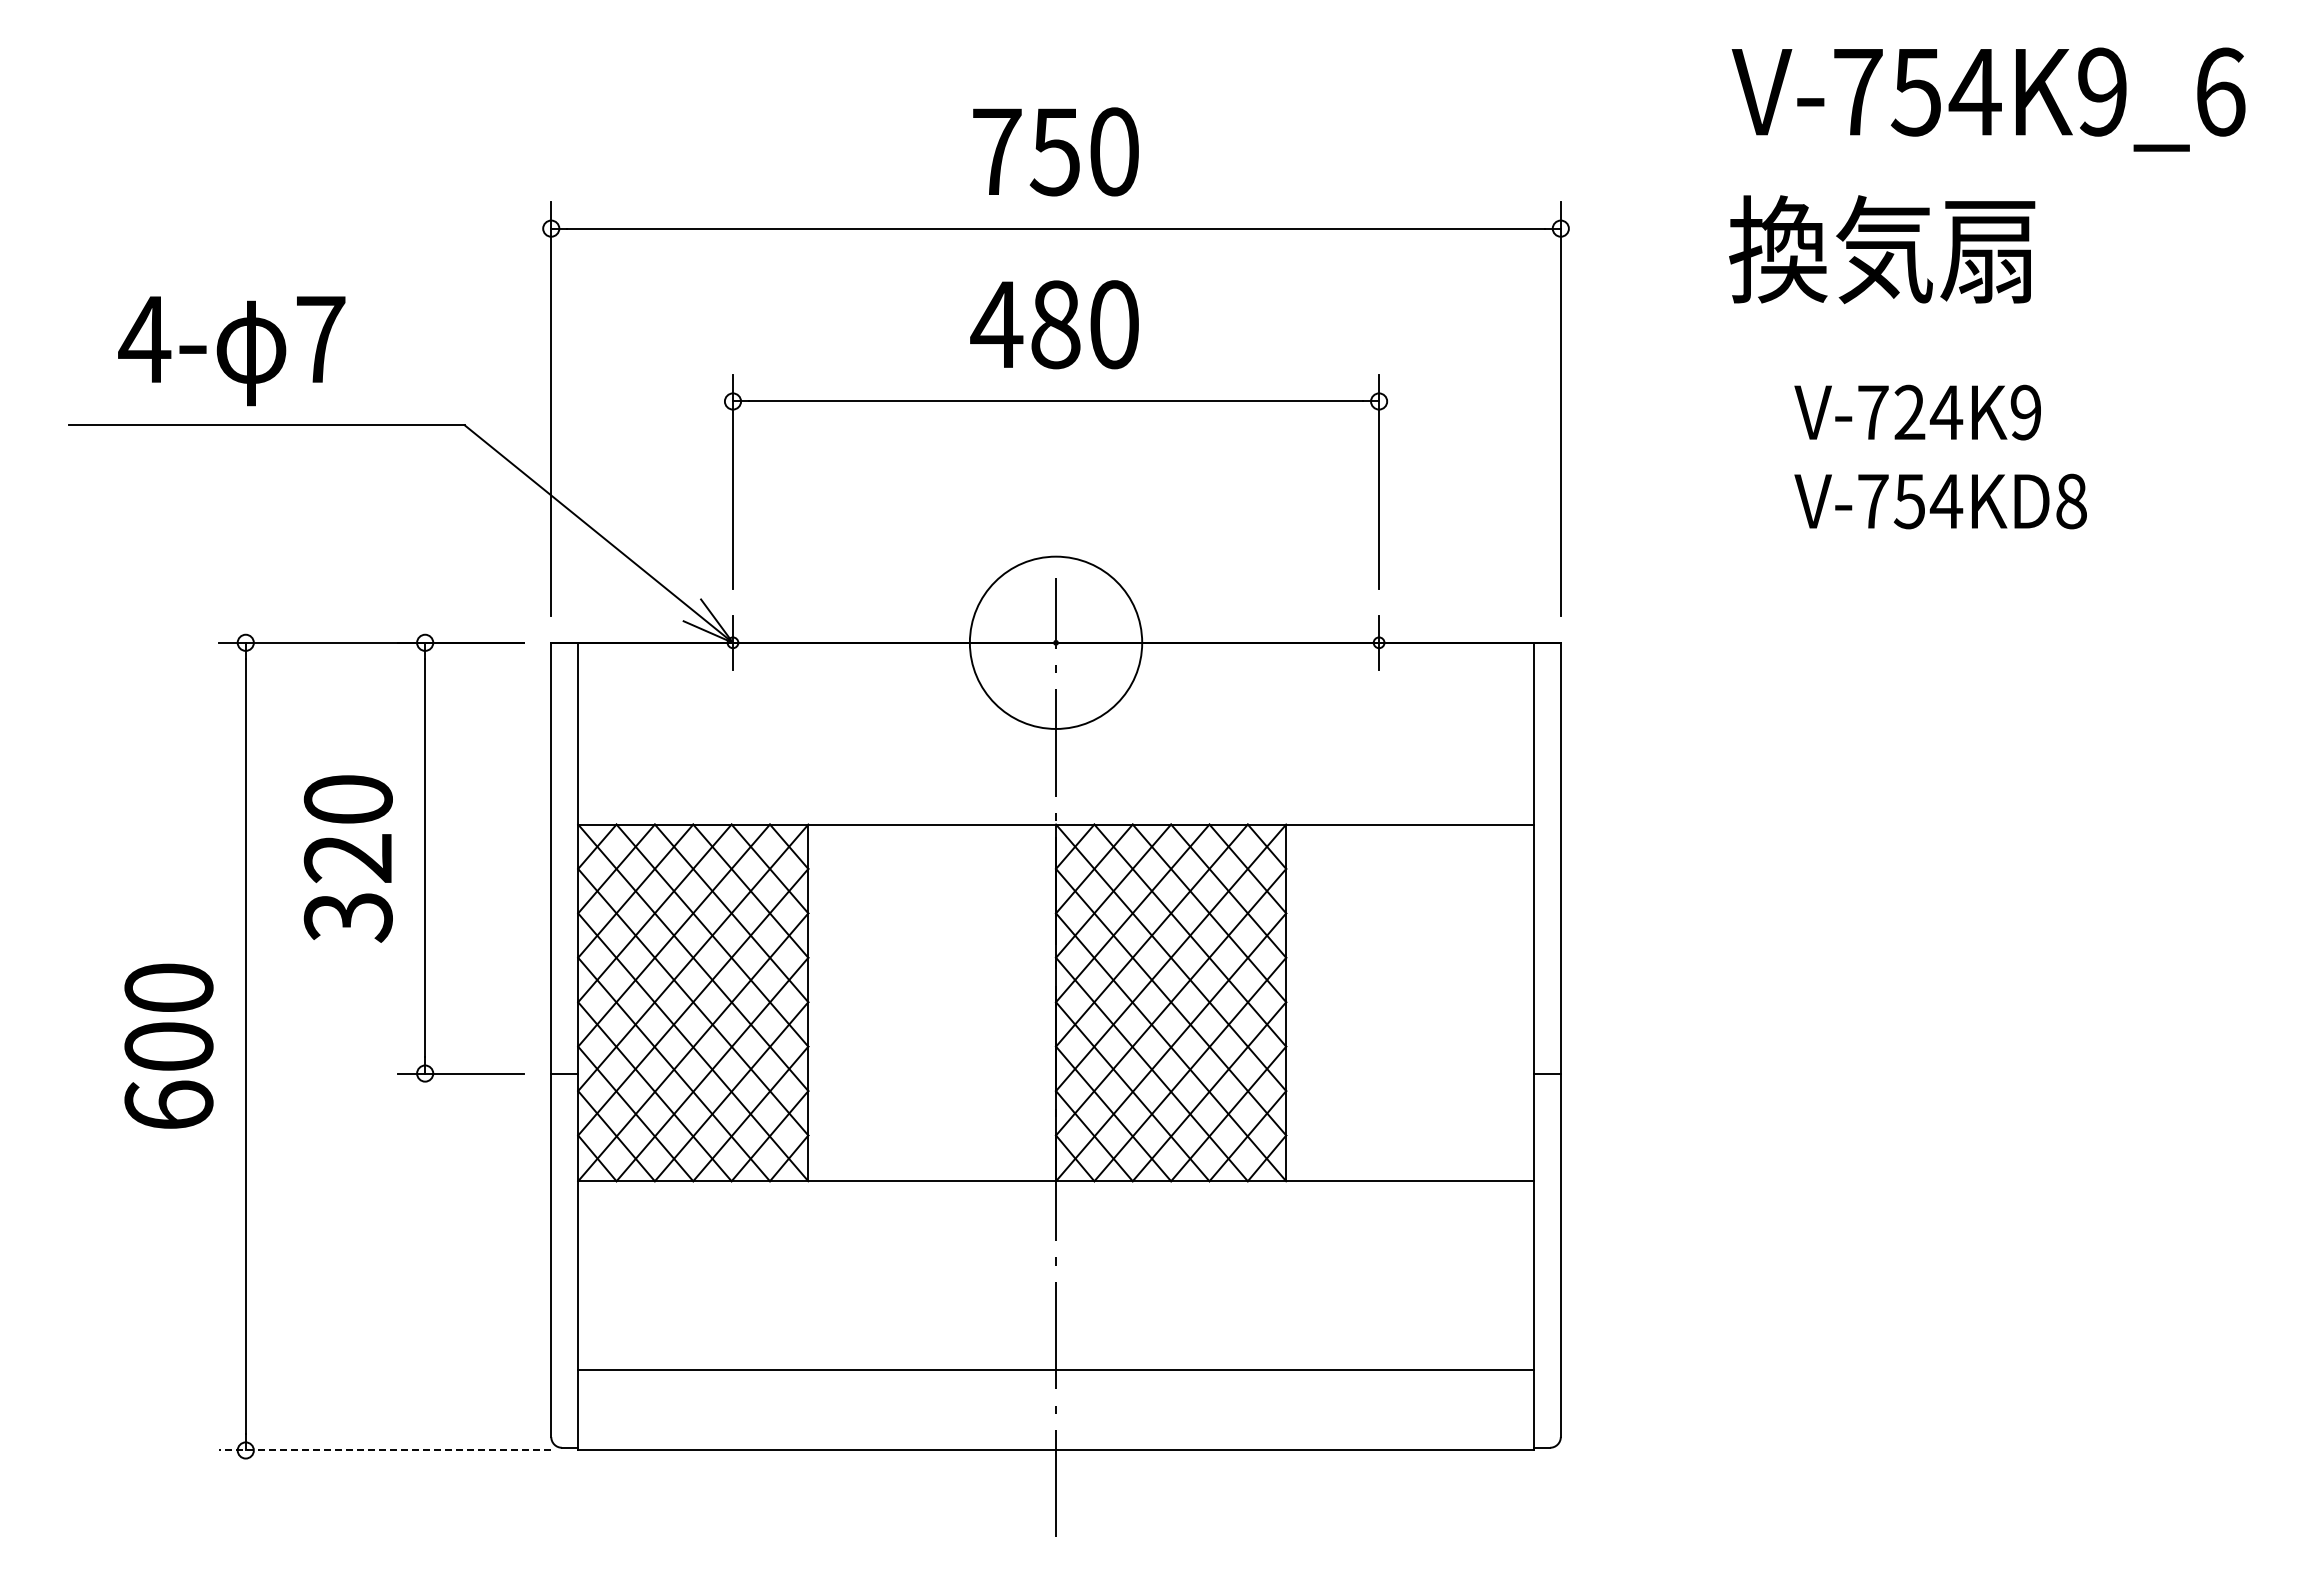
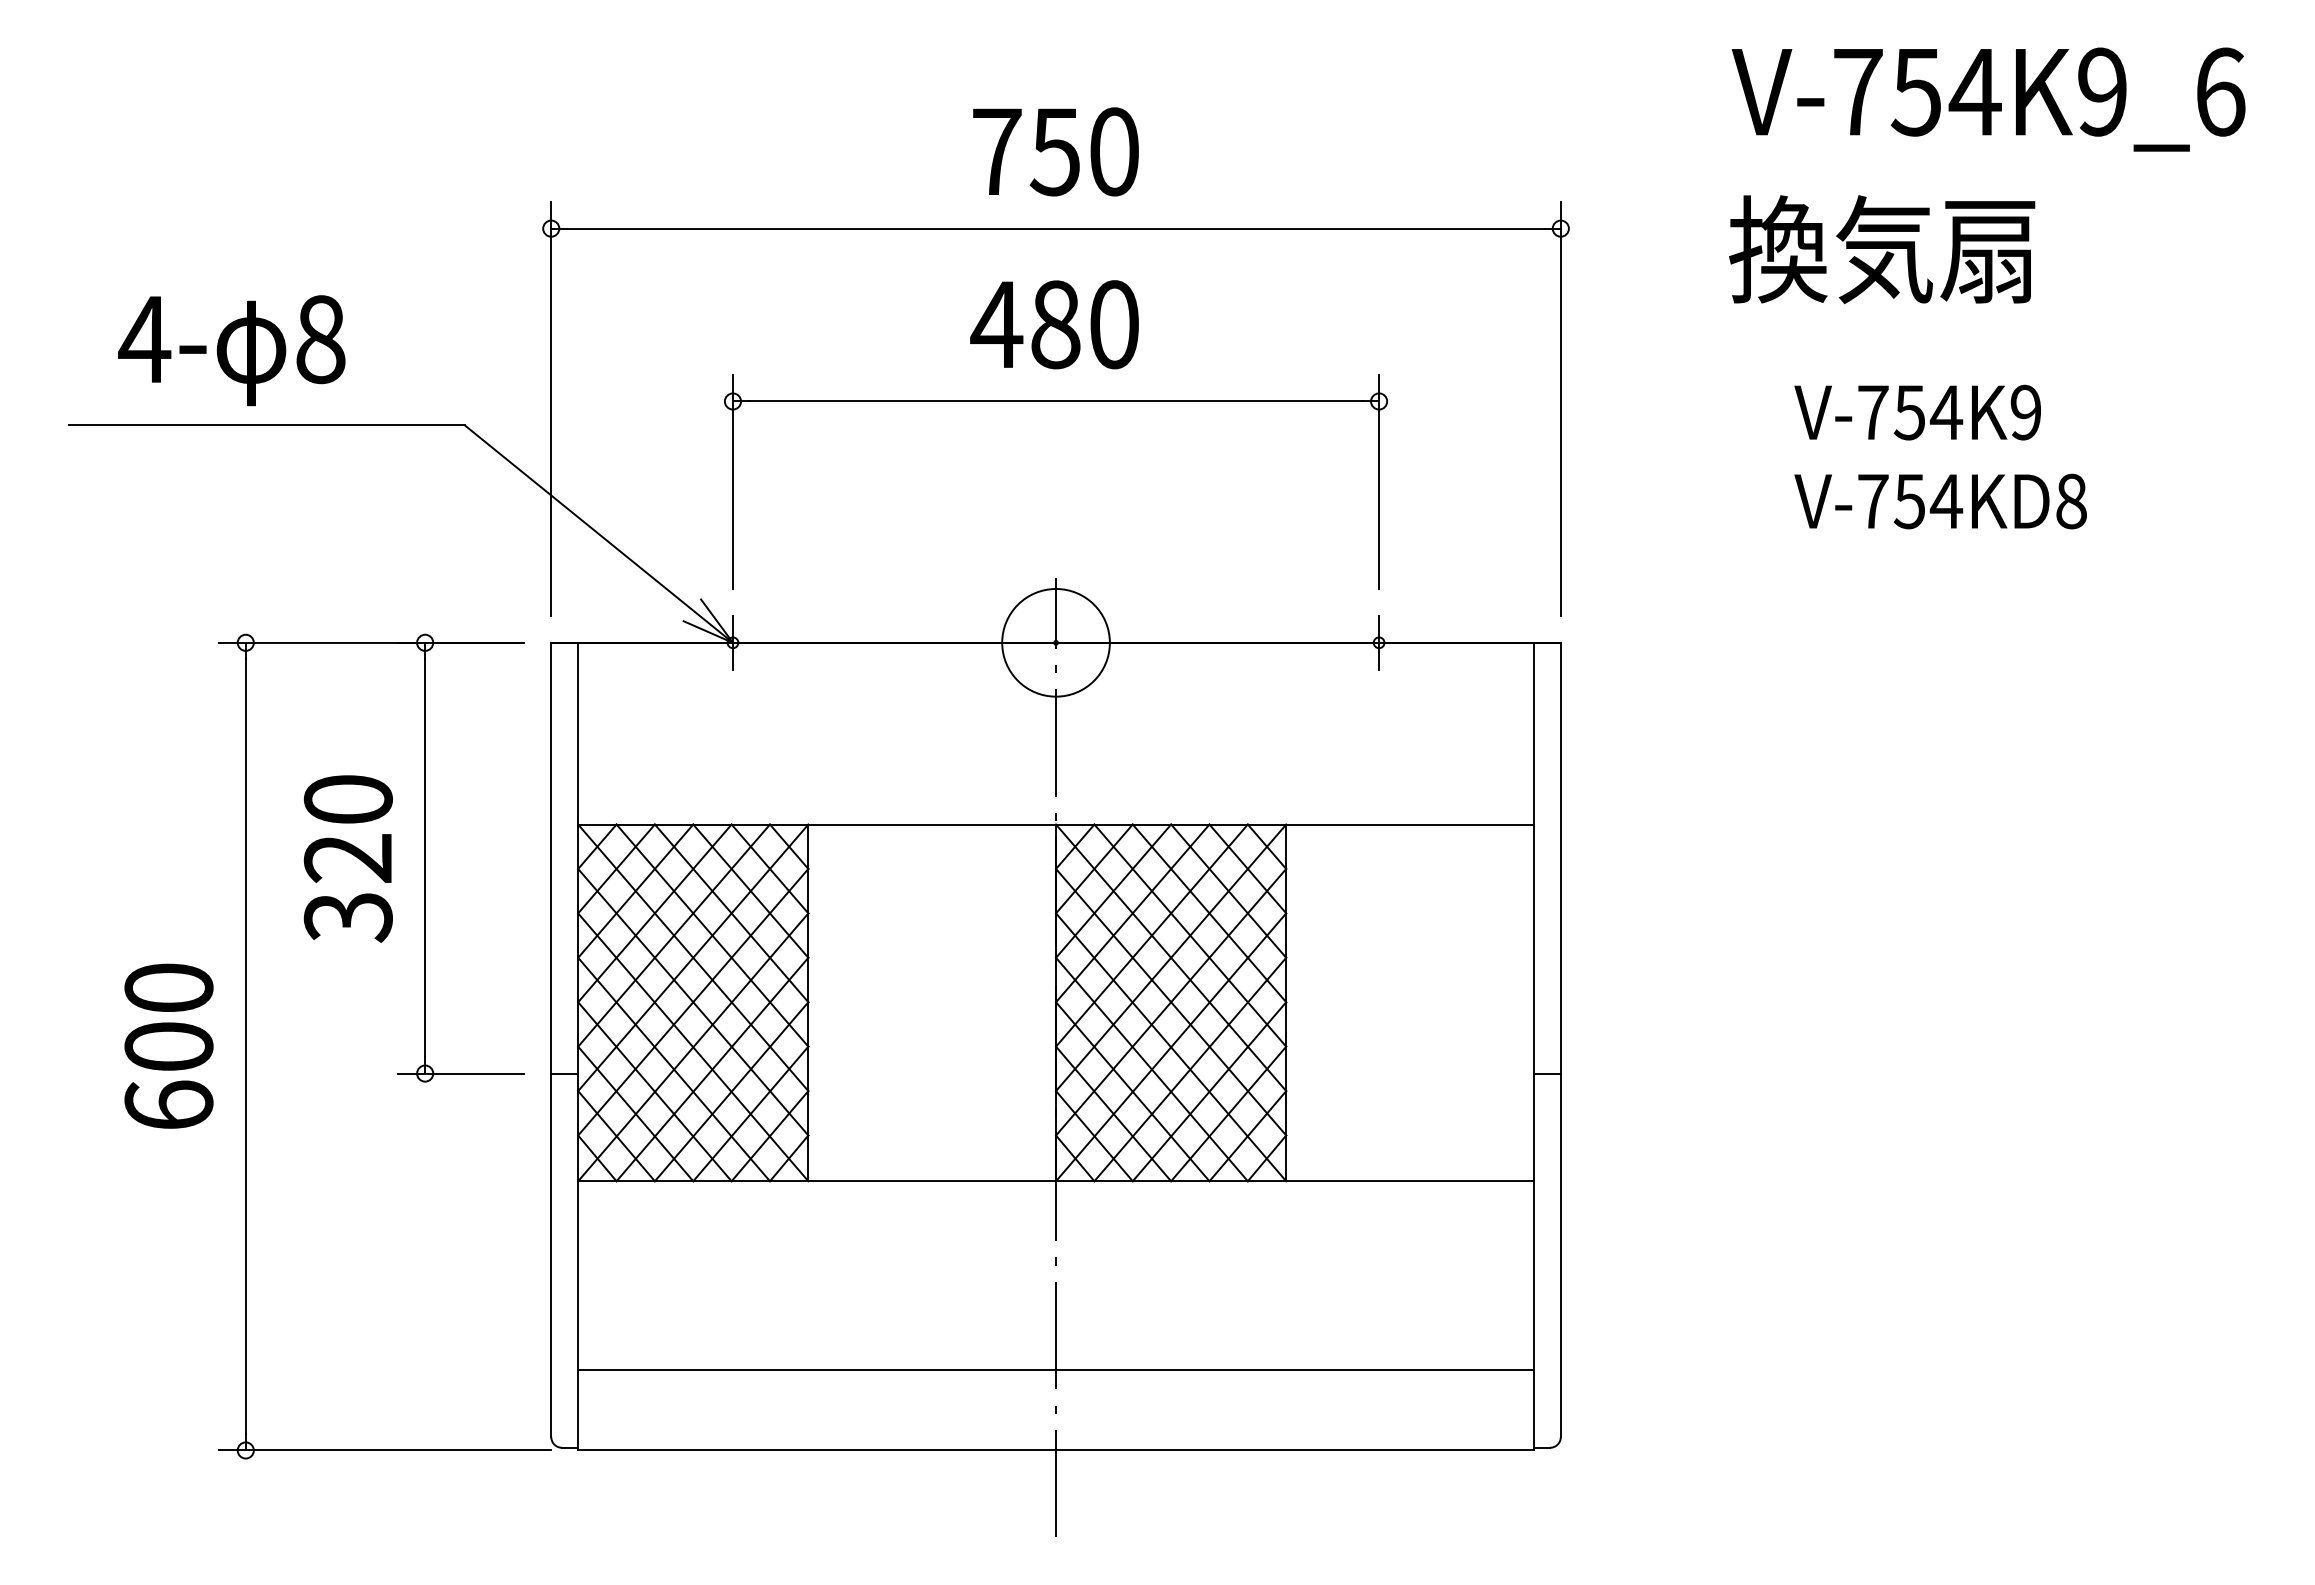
text at (320, 339): 7 -> 8
text at (1909, 412): V-724K9 -> V-754K9
circle at (1055, 642) diameter: 172 px -> 108 px
line at (384, 1450): dashed -> solid
